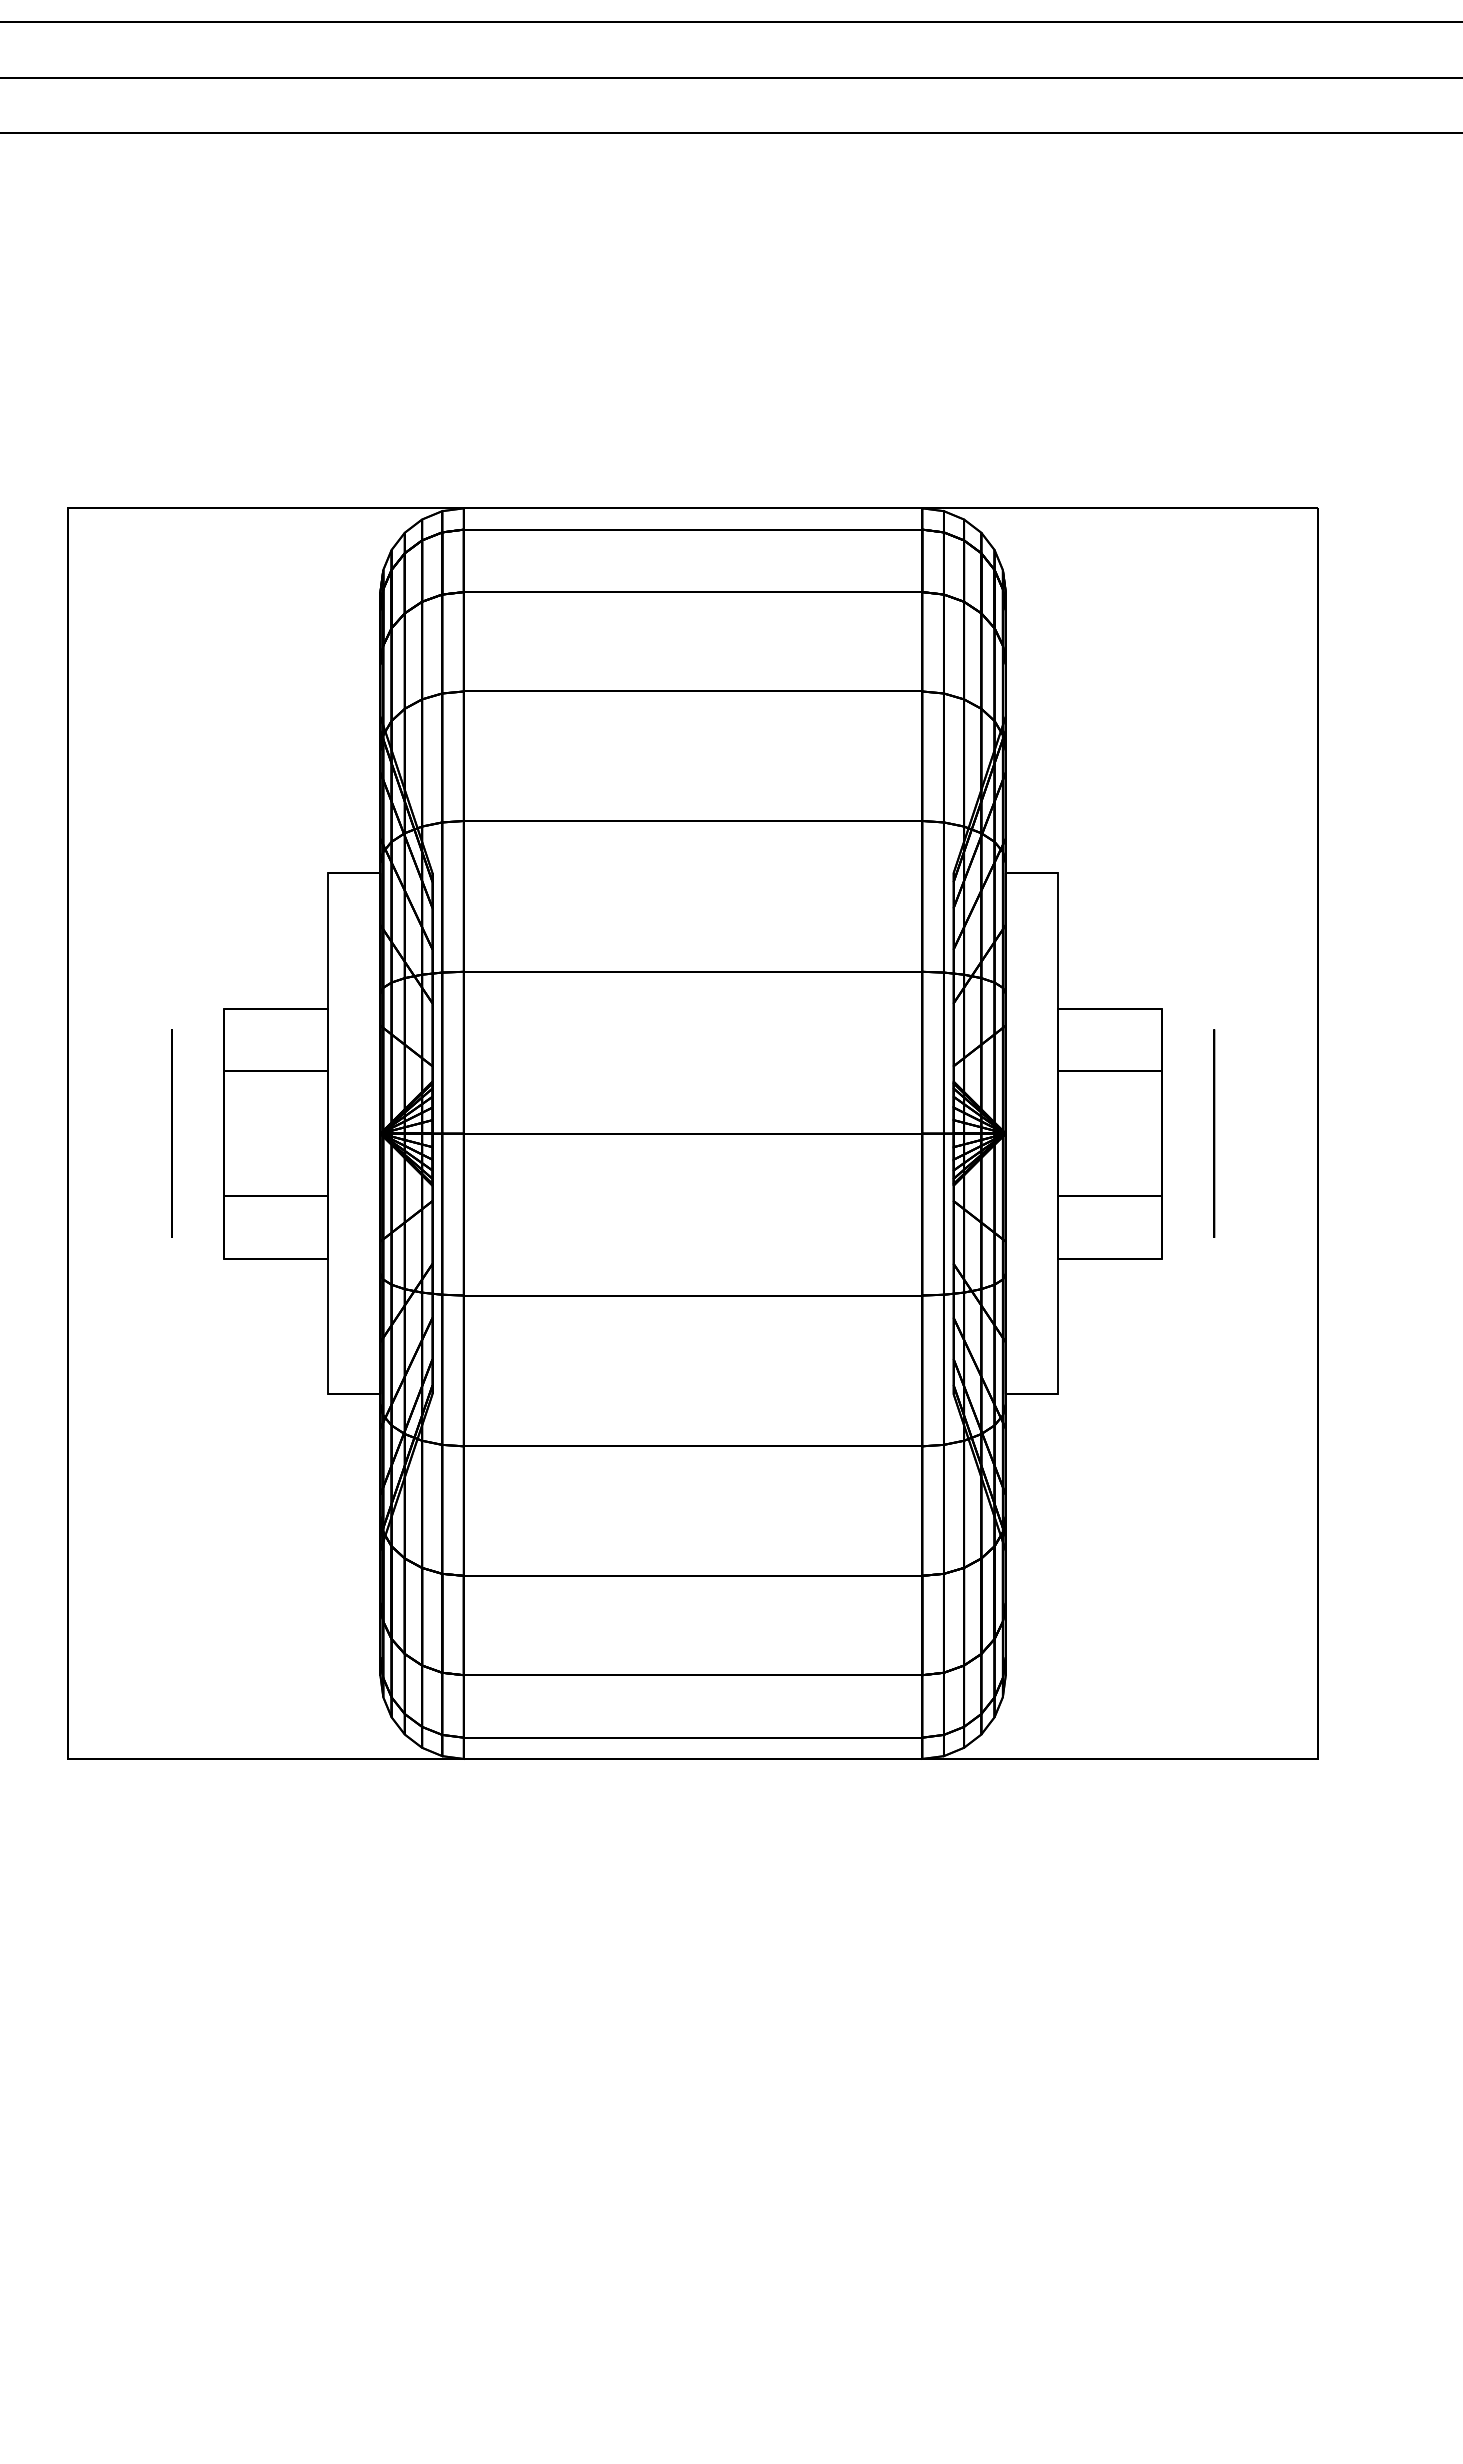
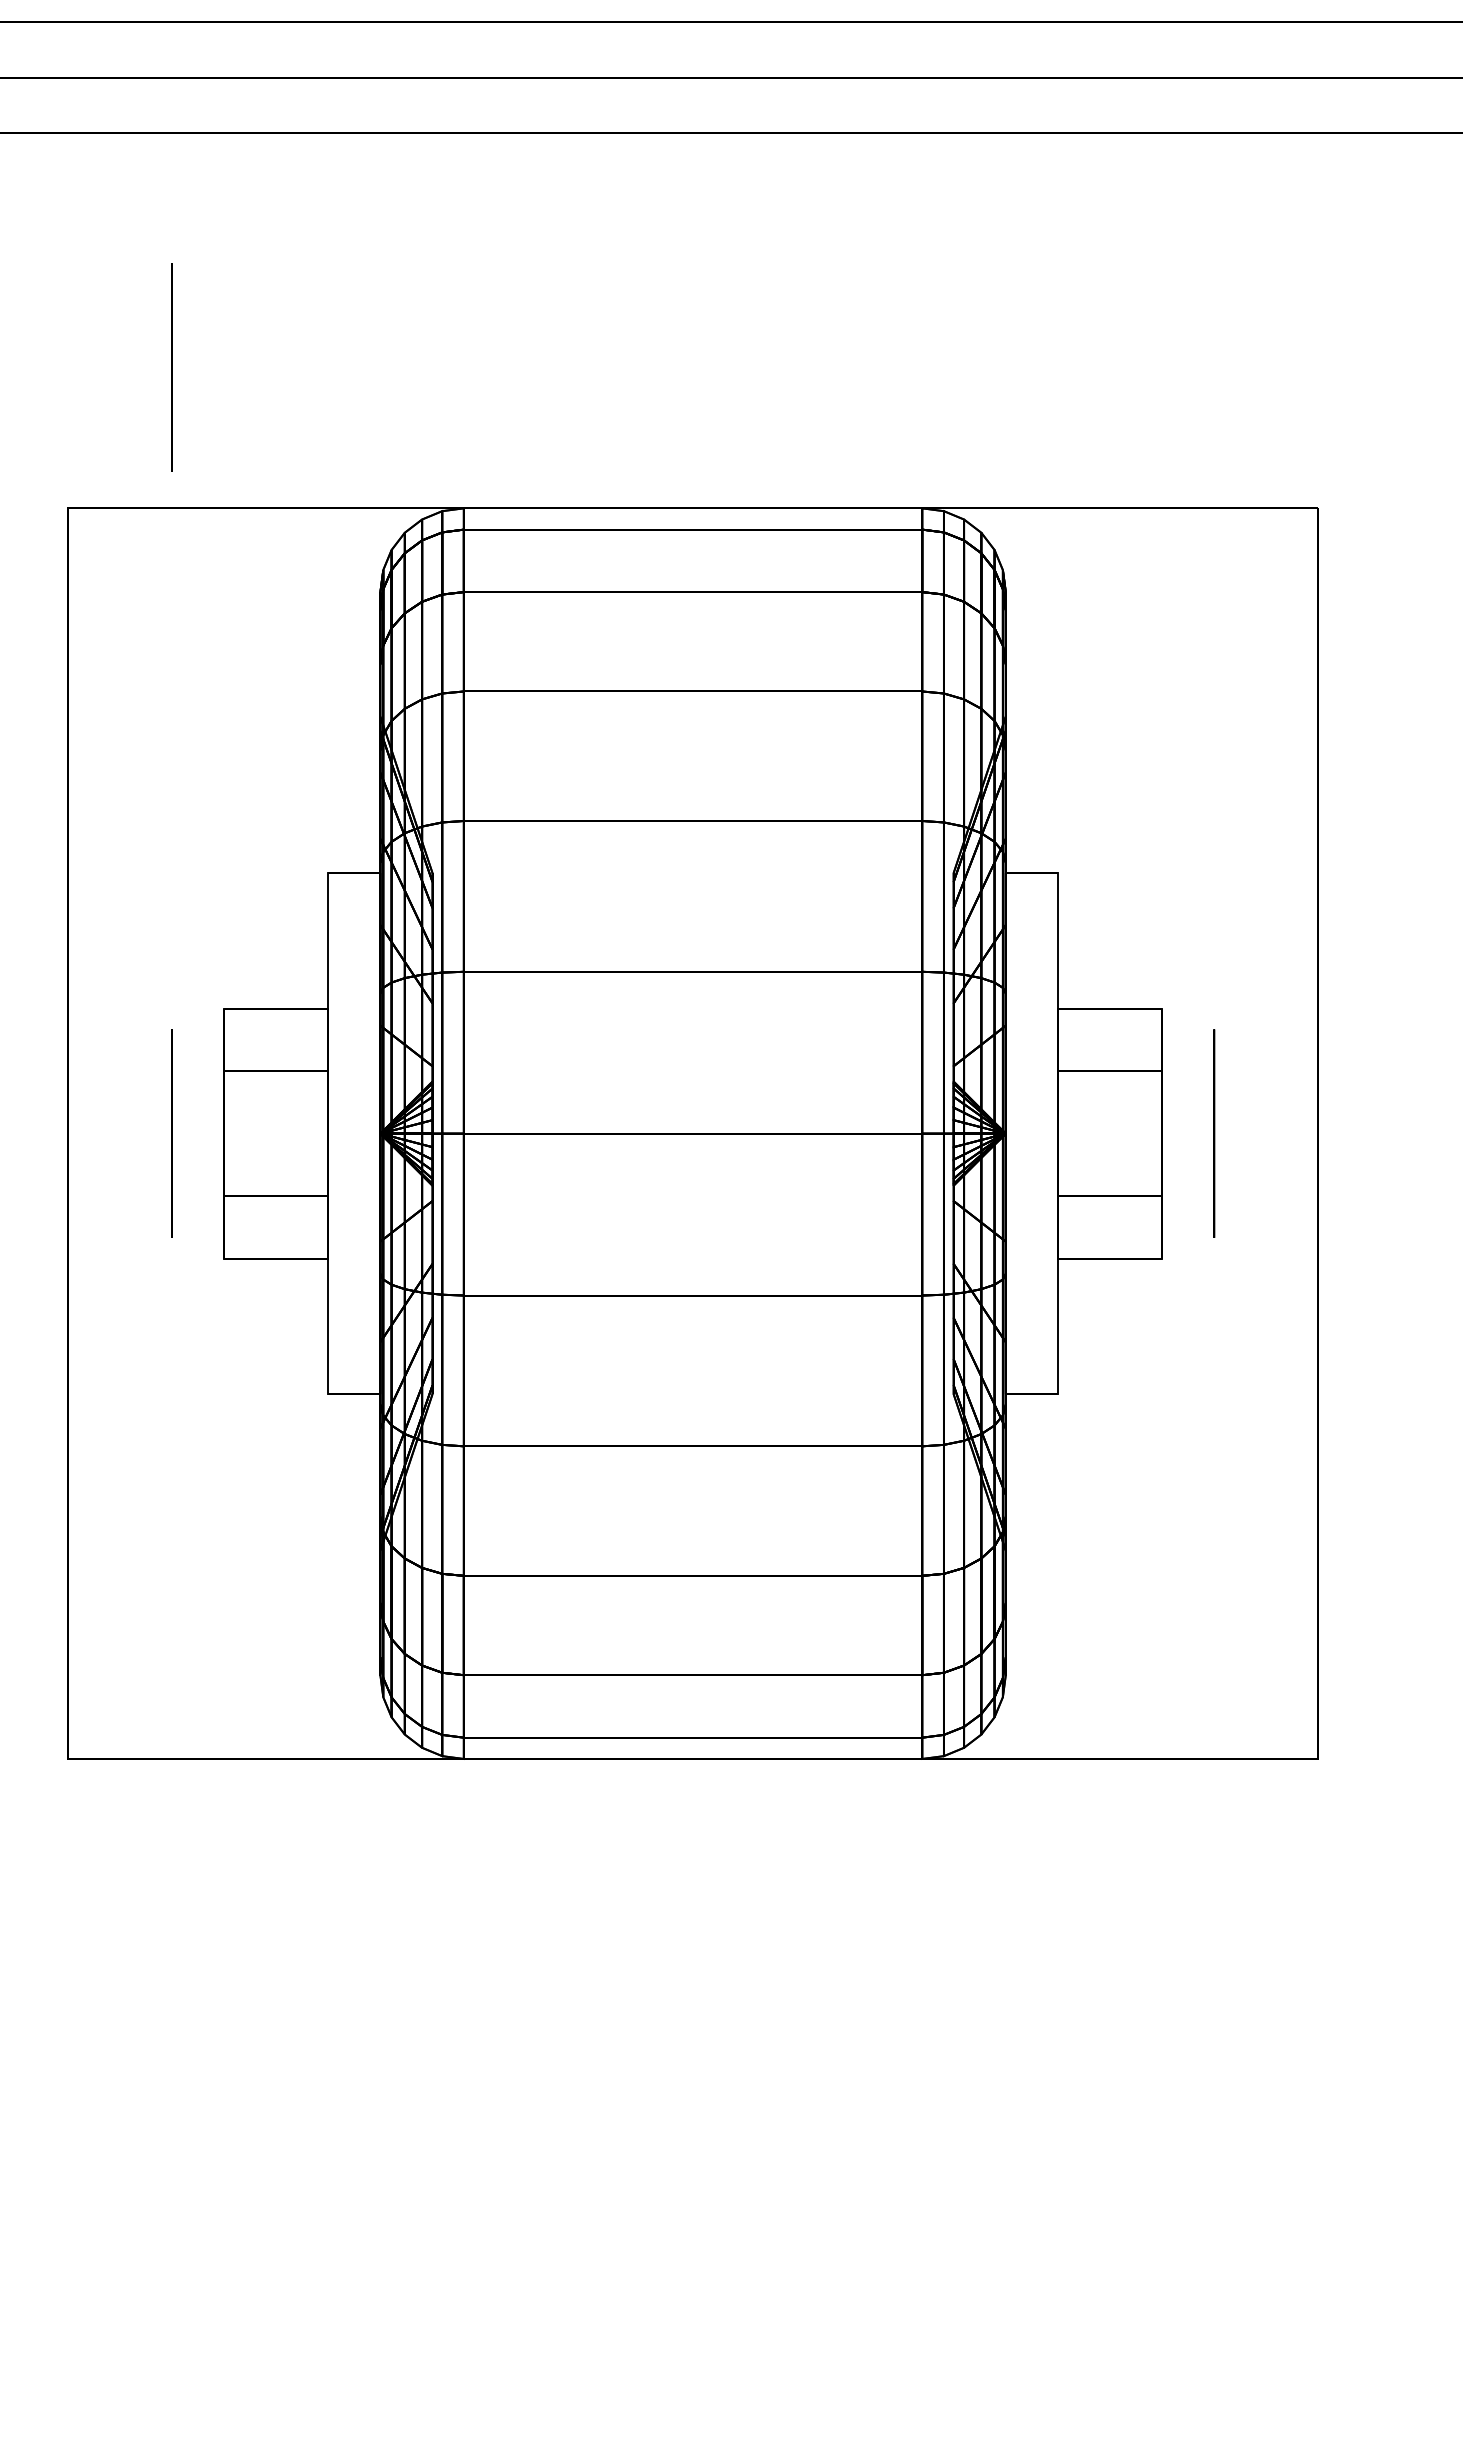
circle at (171, 367): none -> present
